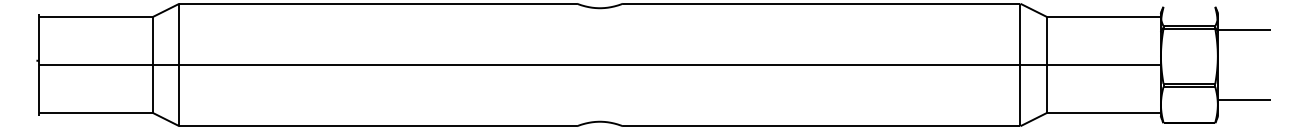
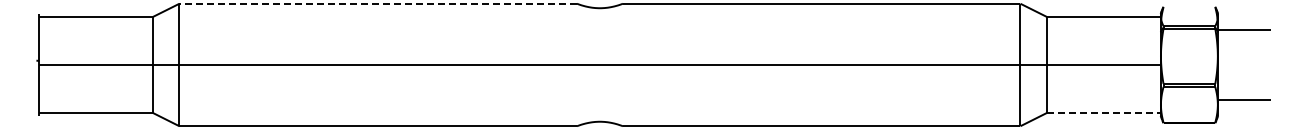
line at (378, 3): solid -> dashed
line at (1103, 112): solid -> dashed
